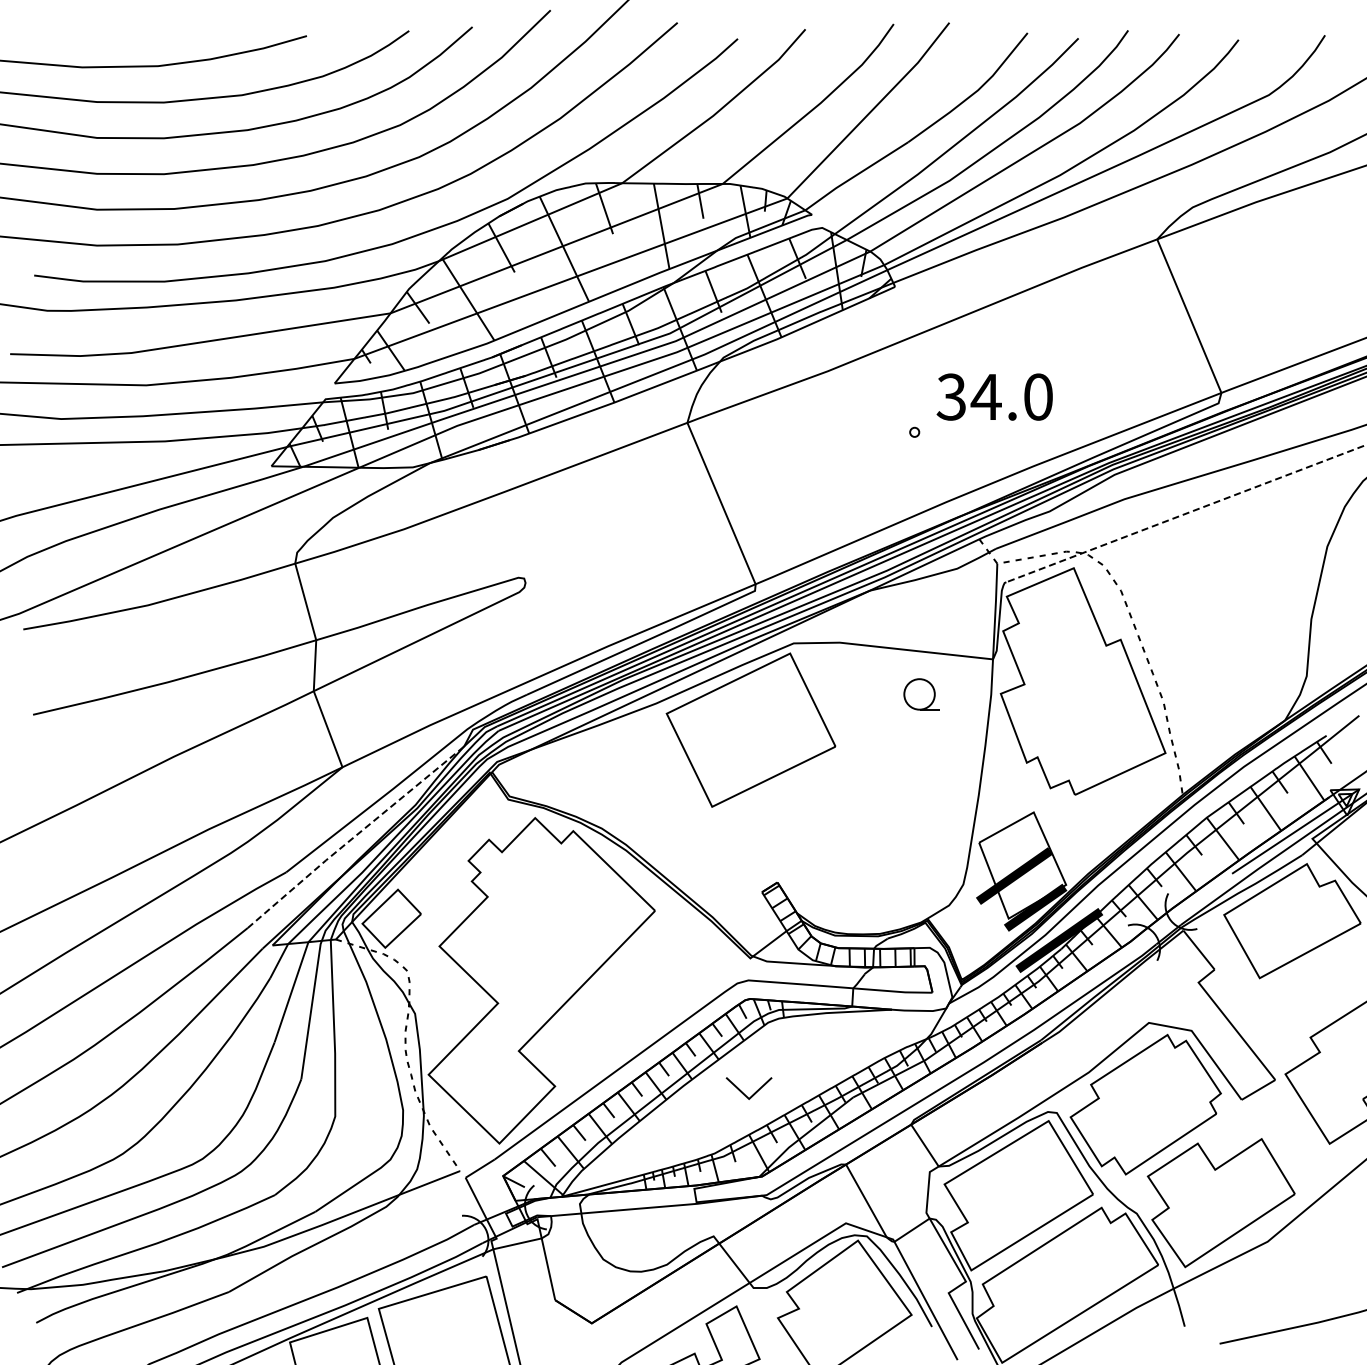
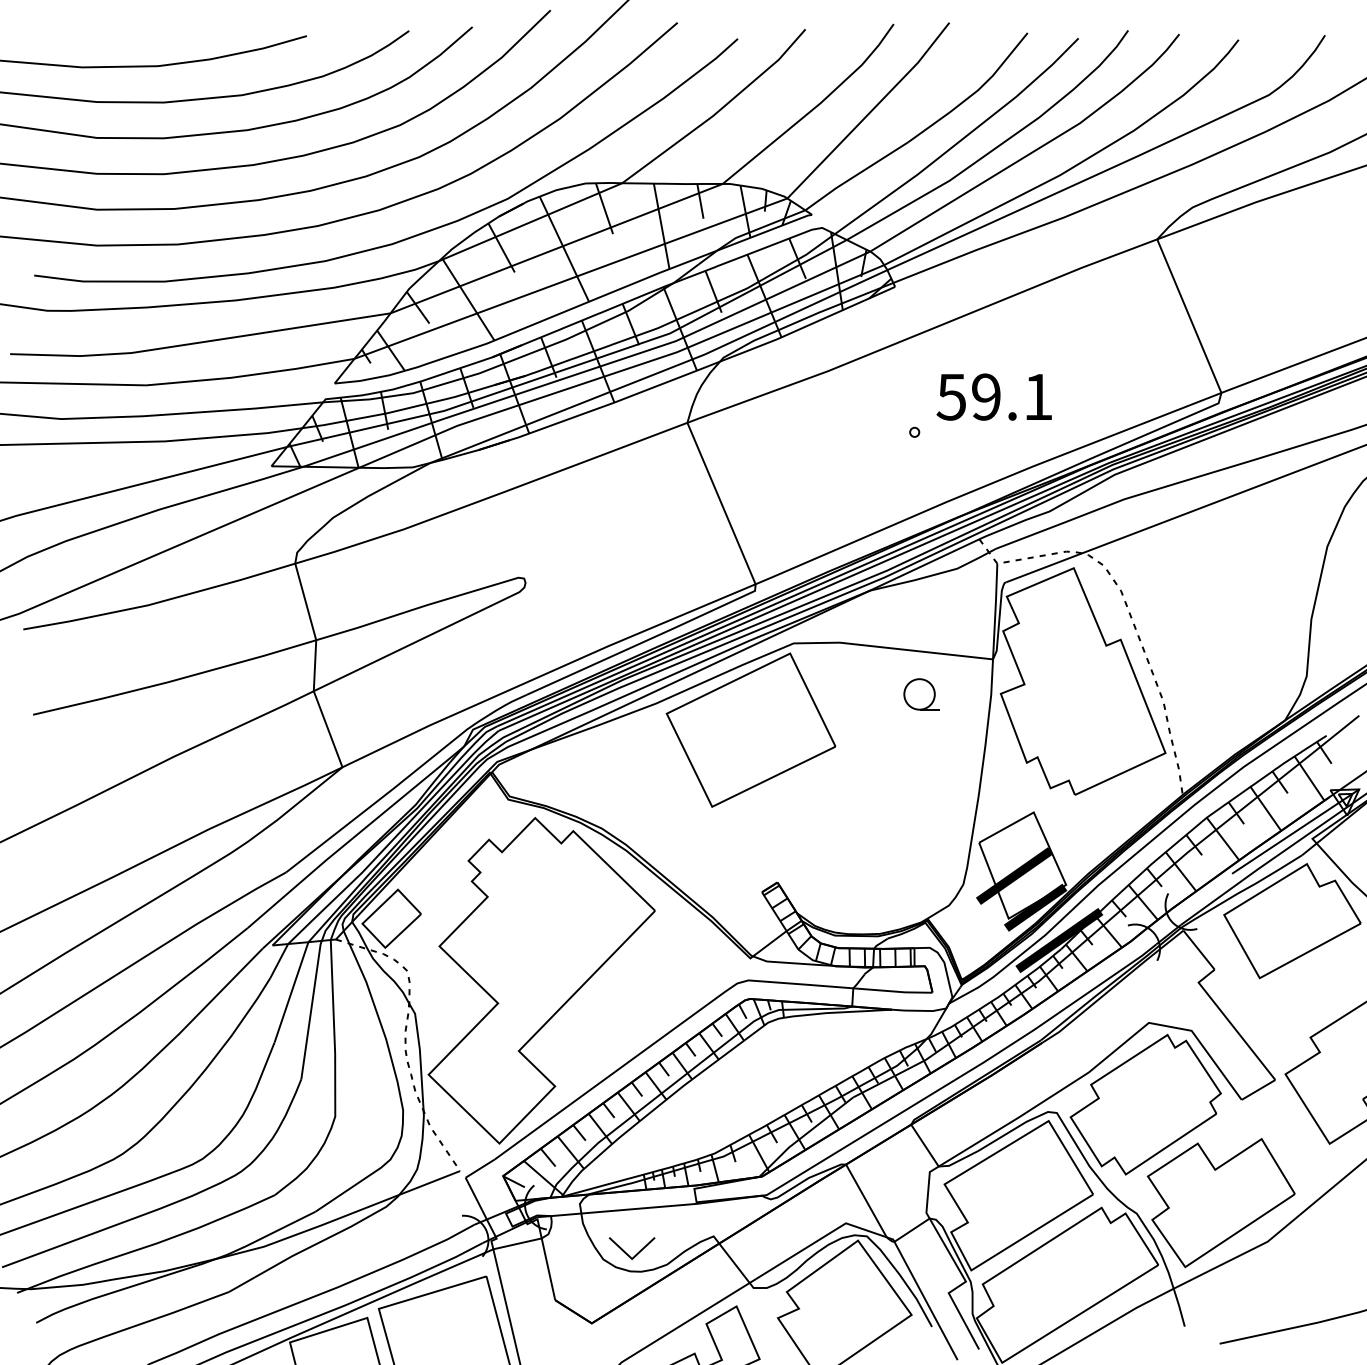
text at (994, 396): 34.0 -> 59.1
line at (1186, 513): dashed -> solid
line at (354, 837): dashed -> solid
part at (743, 1092) position: (743, 1092) -> (626, 1252)
